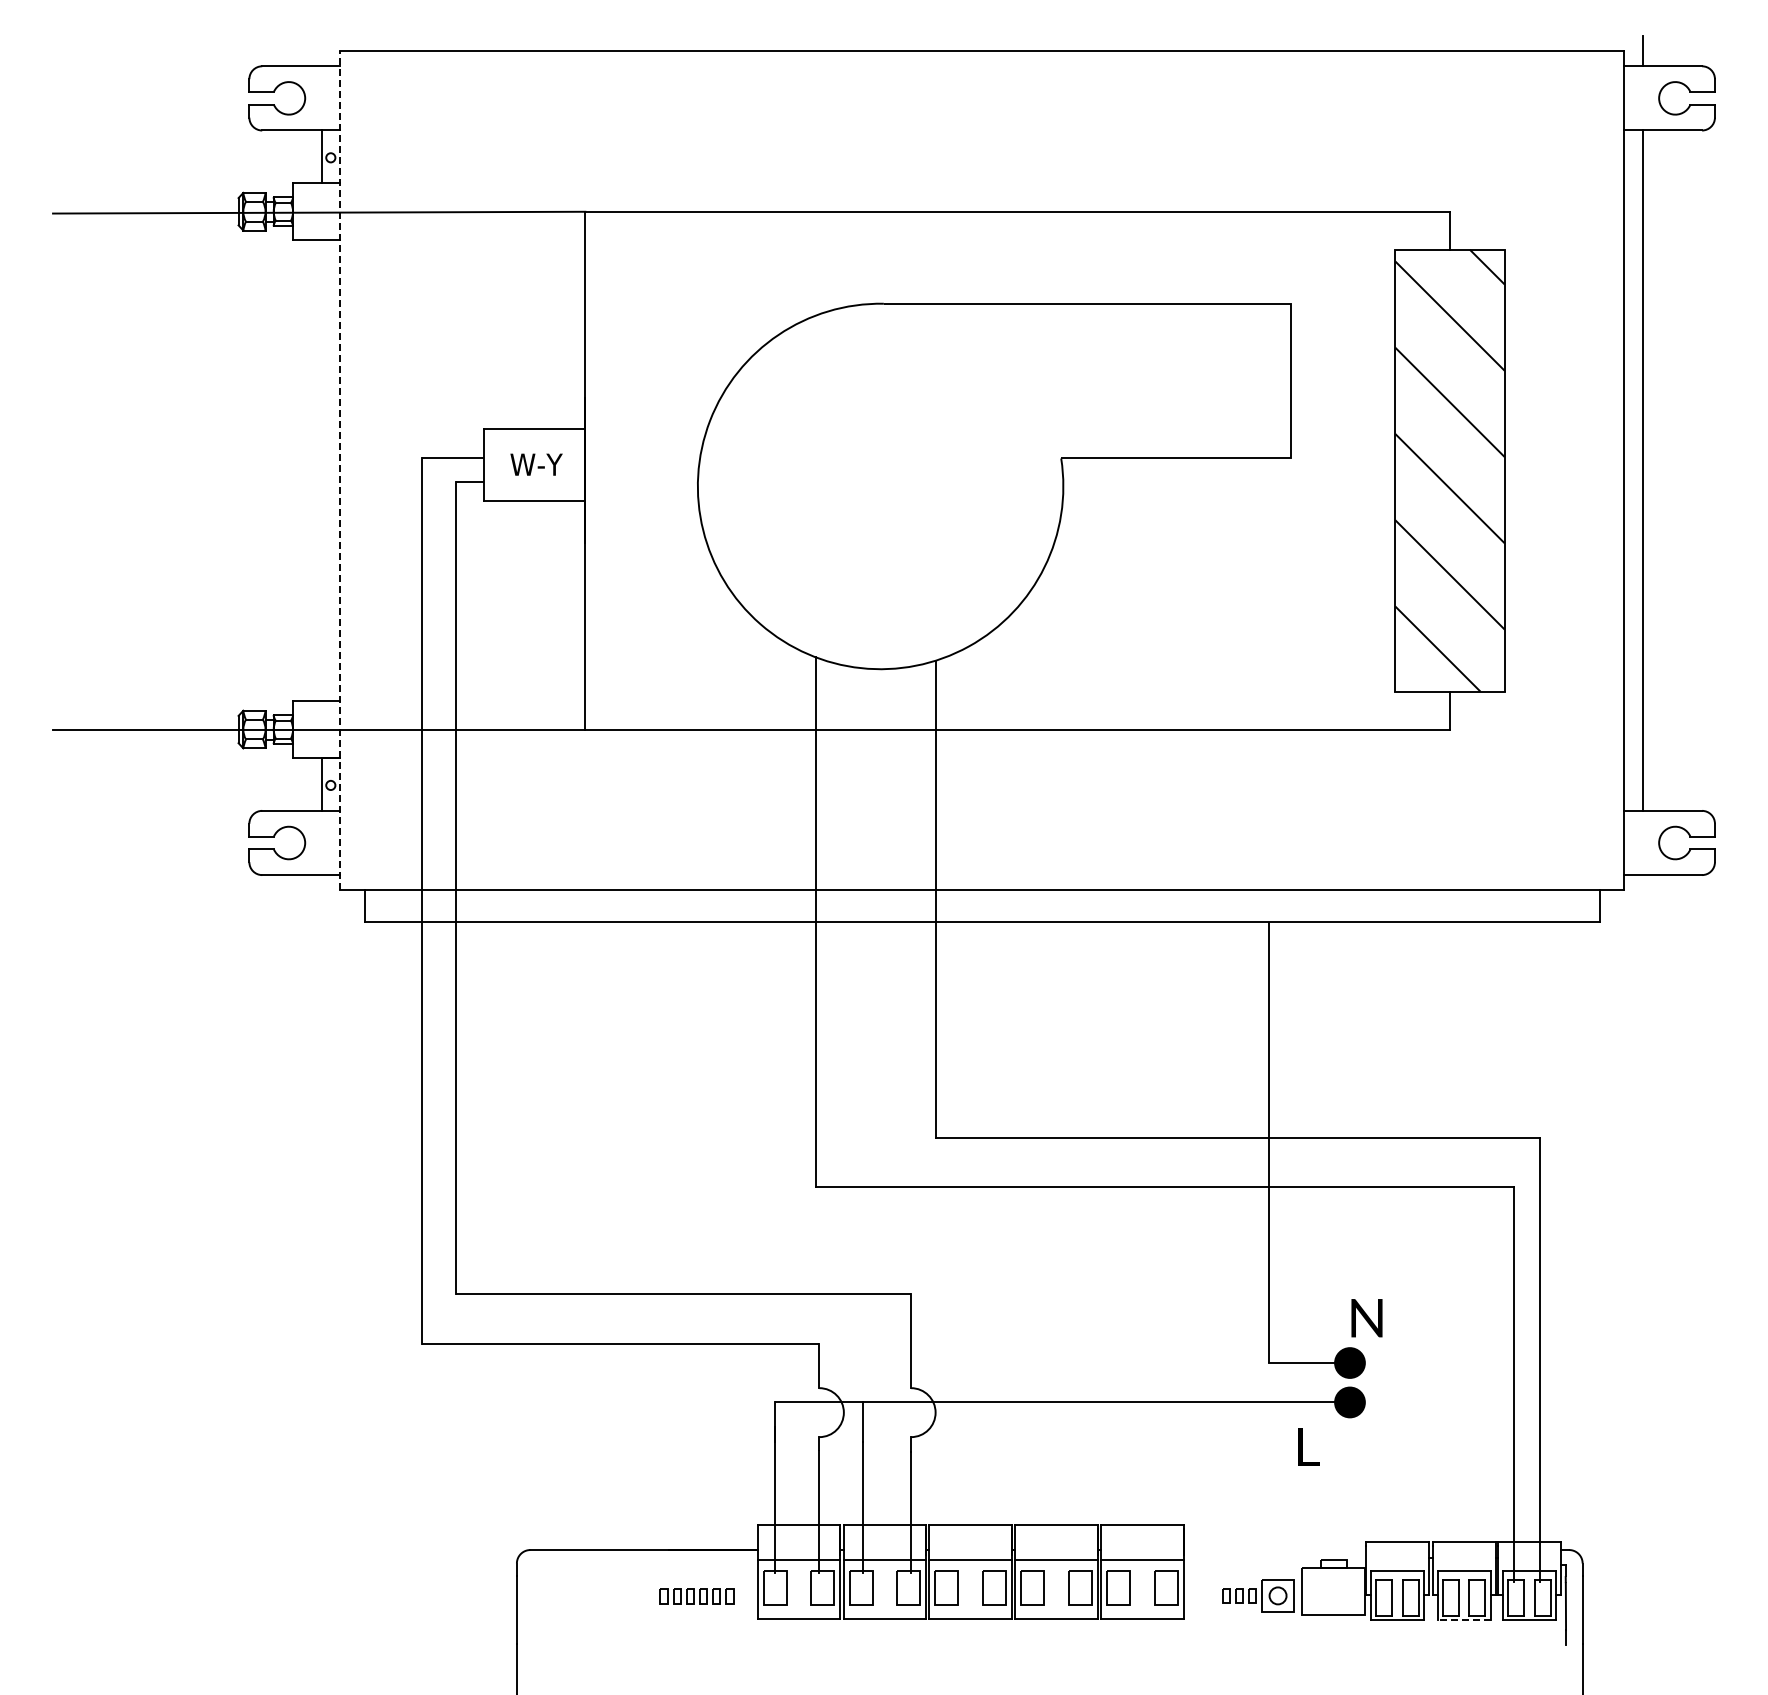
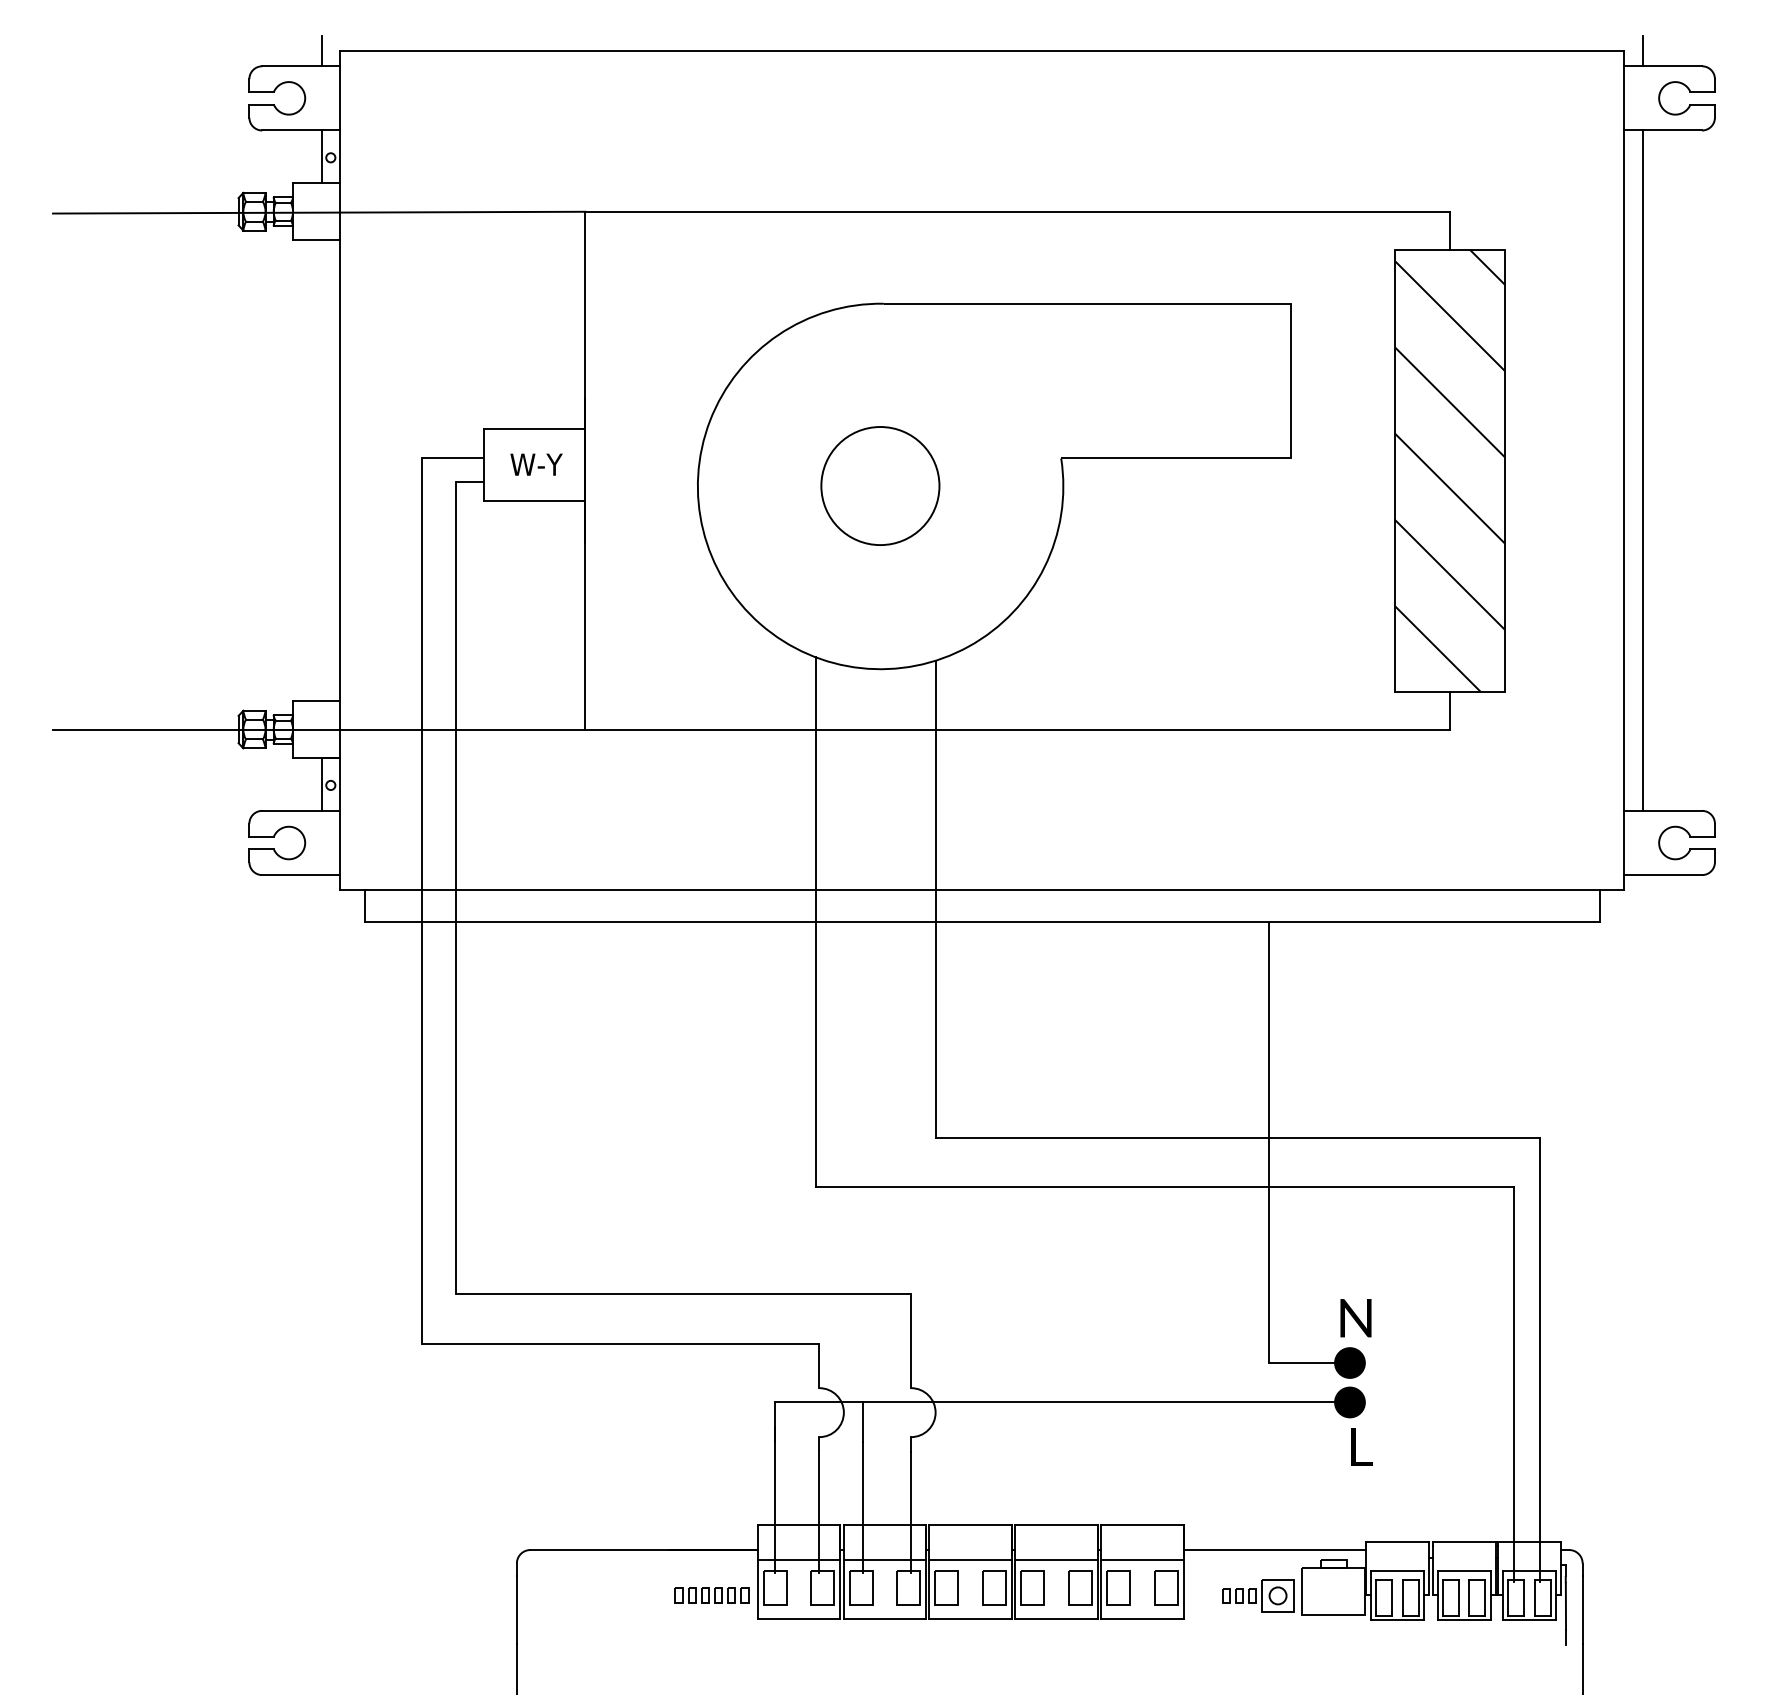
line at (321, 50): none -> present
line at (340, 470): dashed -> solid
circle at (880, 485): none -> present
text at (1366, 1318) position: (1366, 1318) -> (1355, 1318)
text at (1308, 1446) position: (1308, 1446) -> (1361, 1446)
line at (1274, 1550): none -> present
part at (696, 1596) position: (696, 1596) -> (711, 1595)
line at (1464, 1620): dashed -> solid
